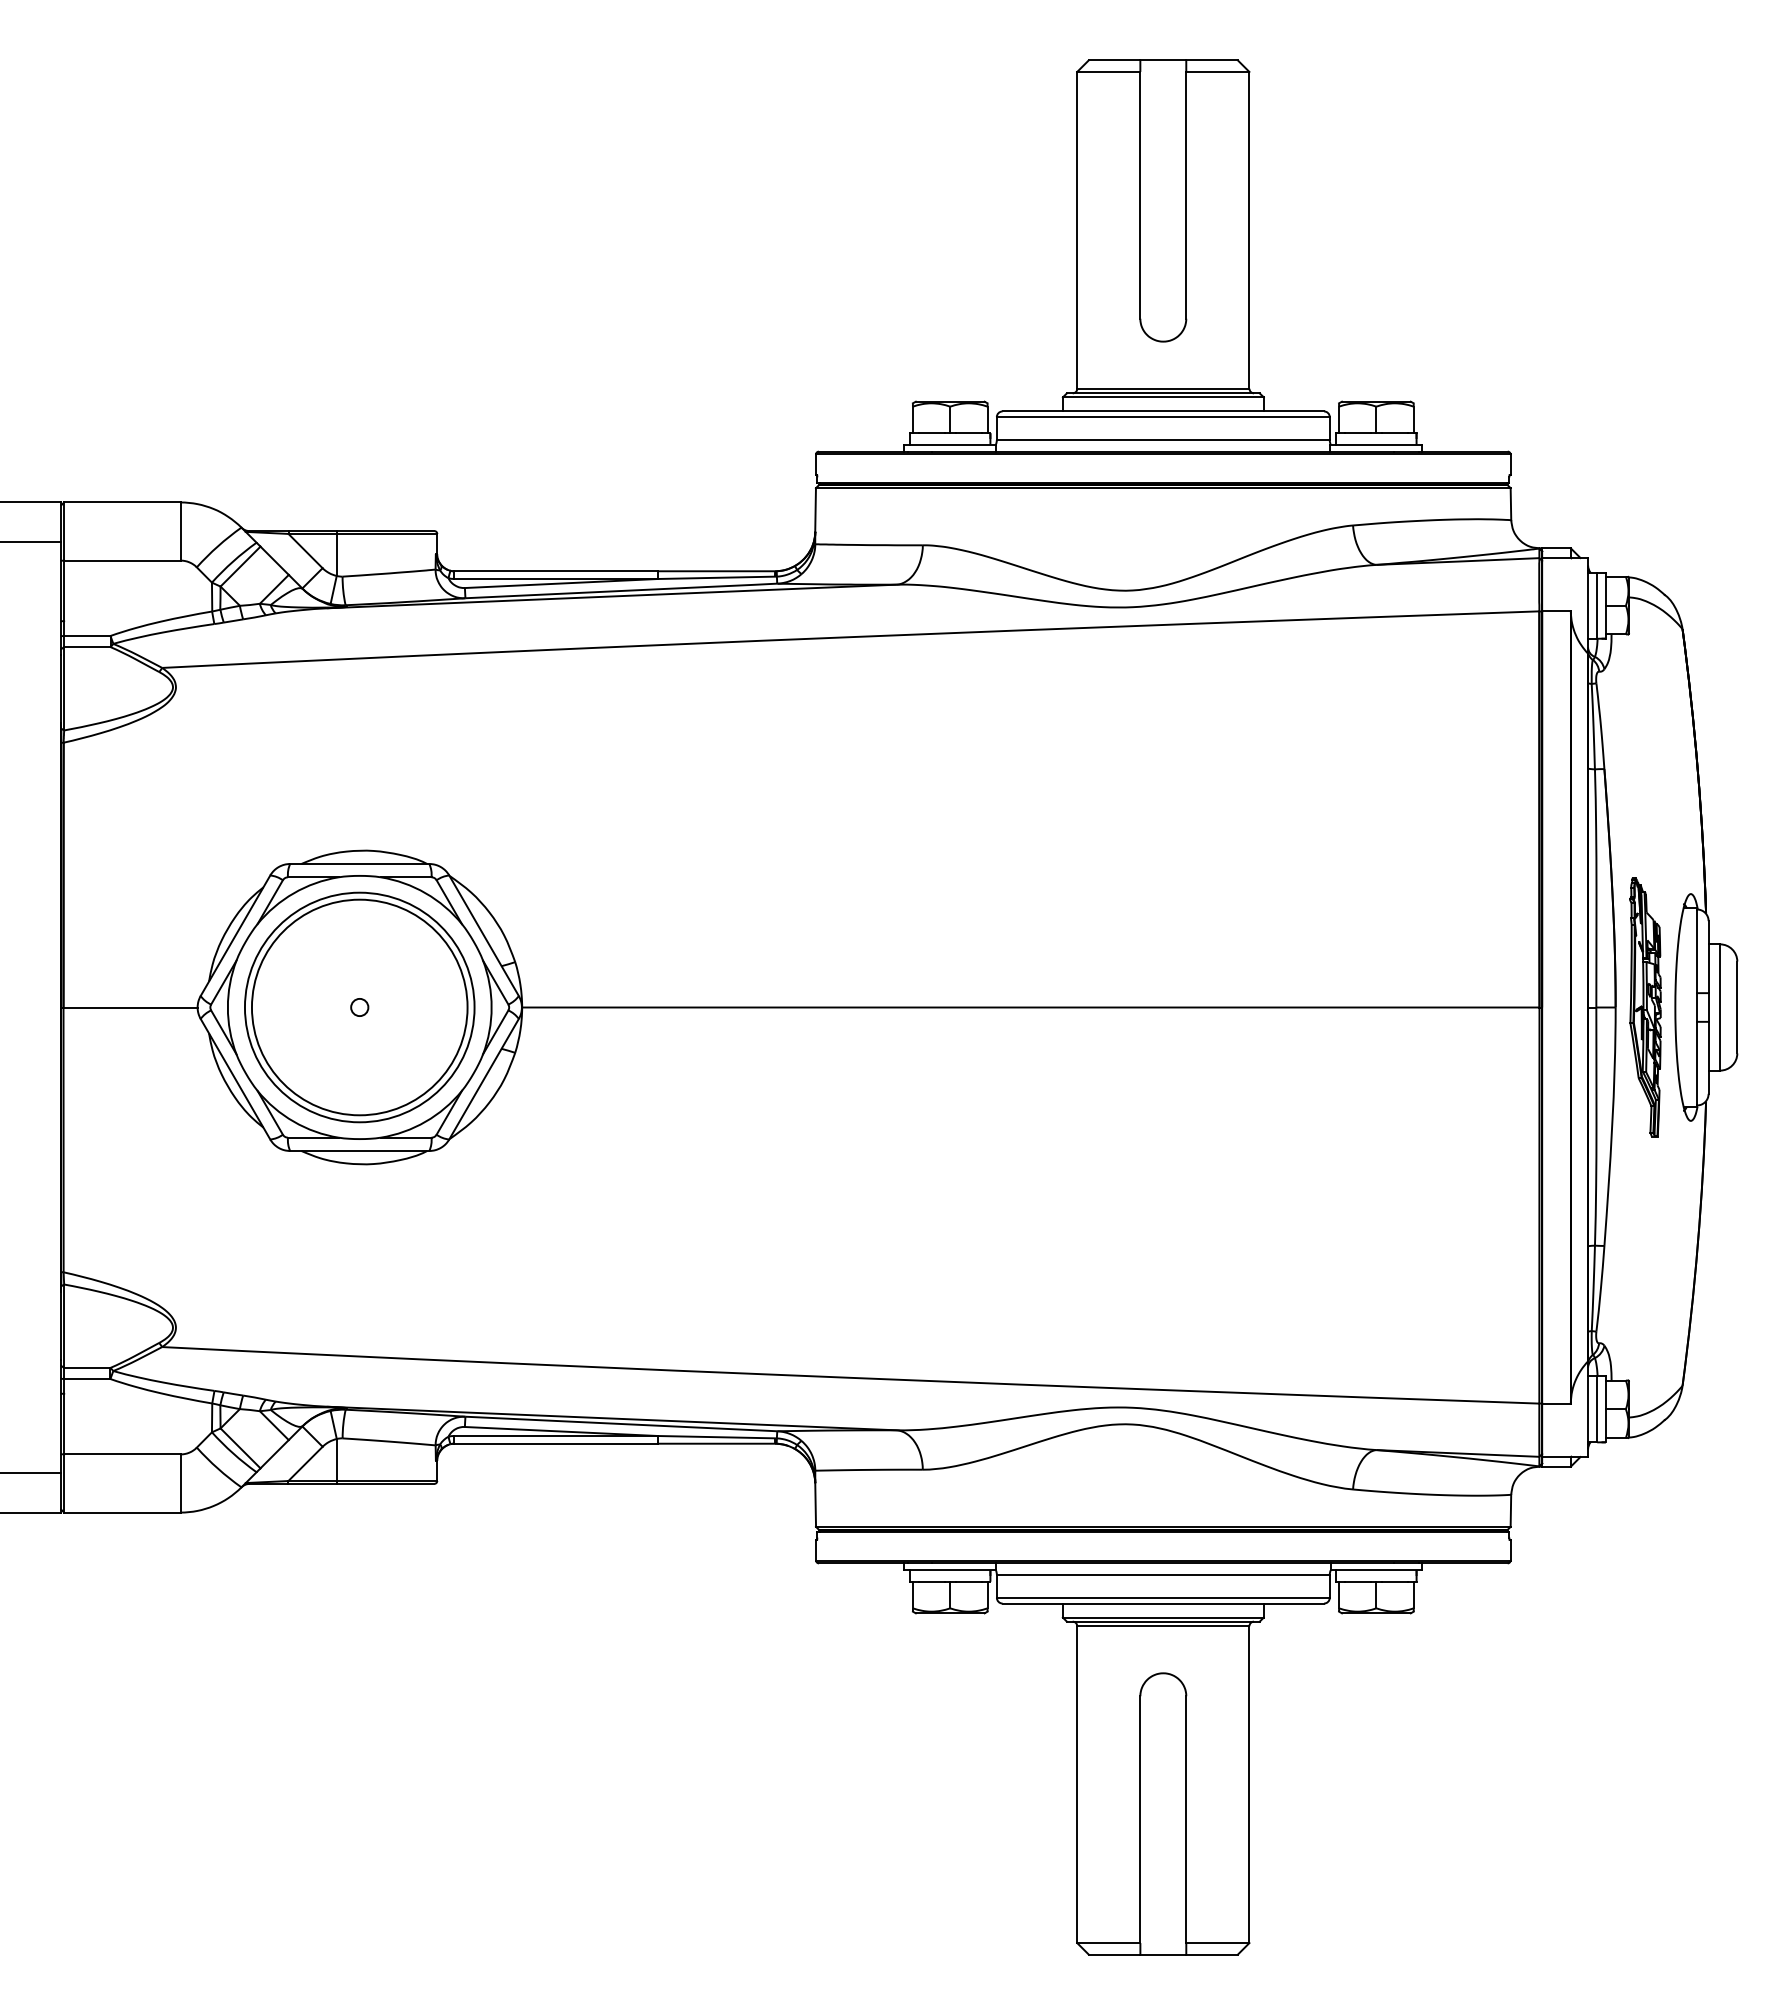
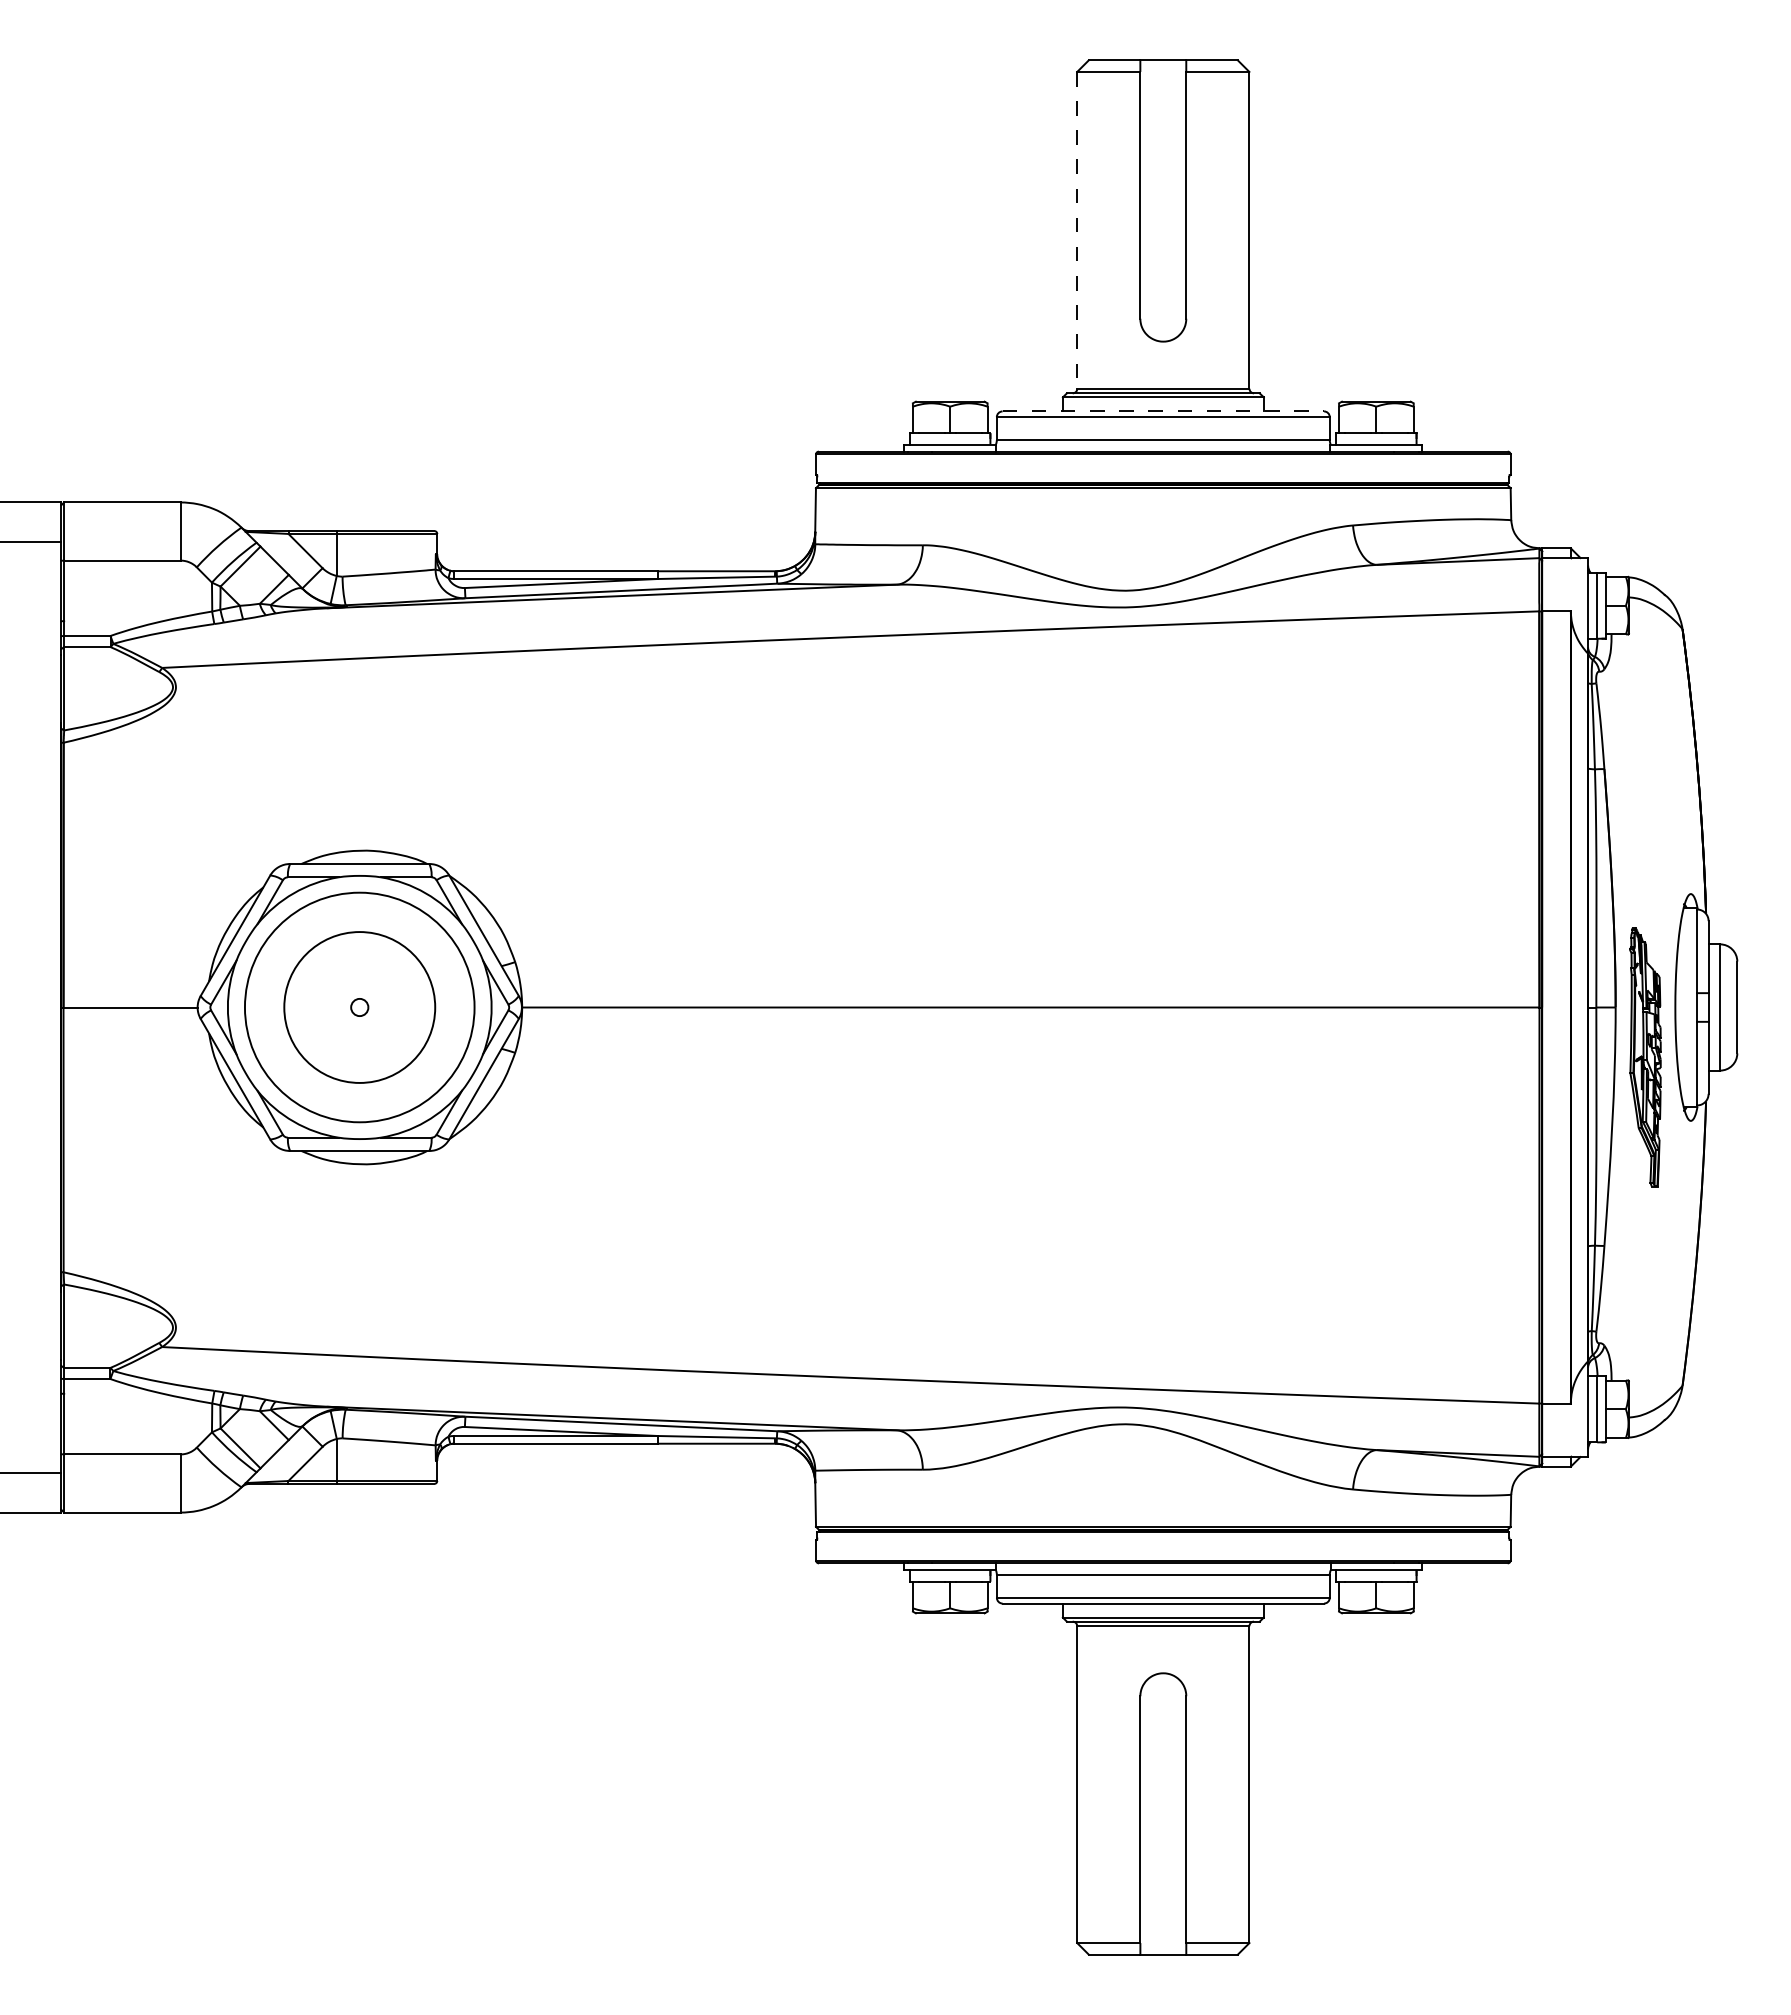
line at (1077, 230): solid -> dashed
line at (1163, 411): solid -> dashed
circle at (359, 1007) diameter: 216 px -> 151 px
part at (1645, 1007) position: (1645, 1007) -> (1645, 1057)
